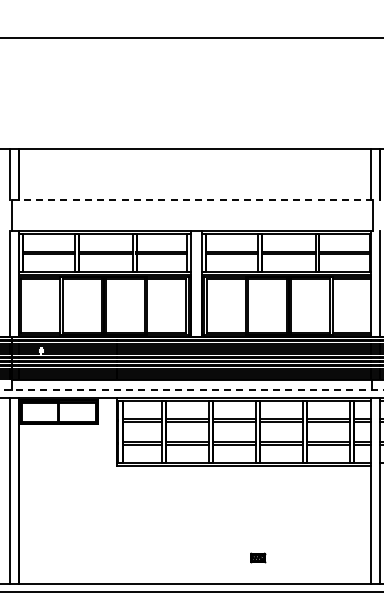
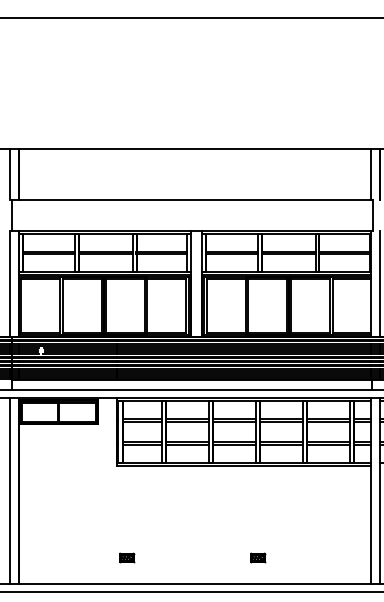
line at (191, 38) position: (191, 38) -> (191, 18)
line at (192, 199): dashed -> solid
line at (192, 390): dashed -> solid
part at (127, 557): none -> present
